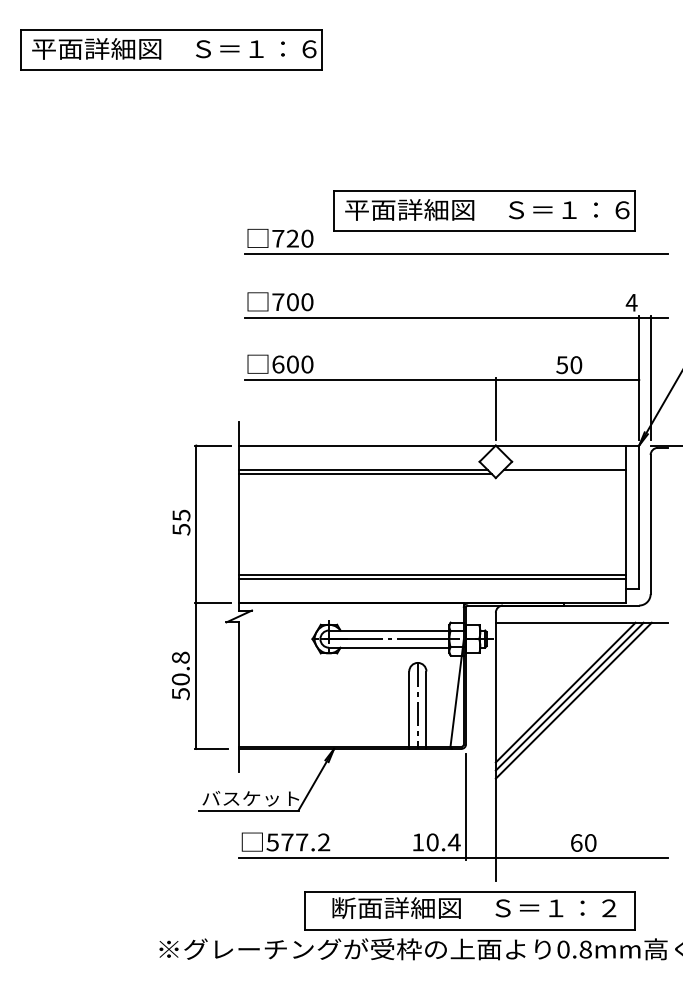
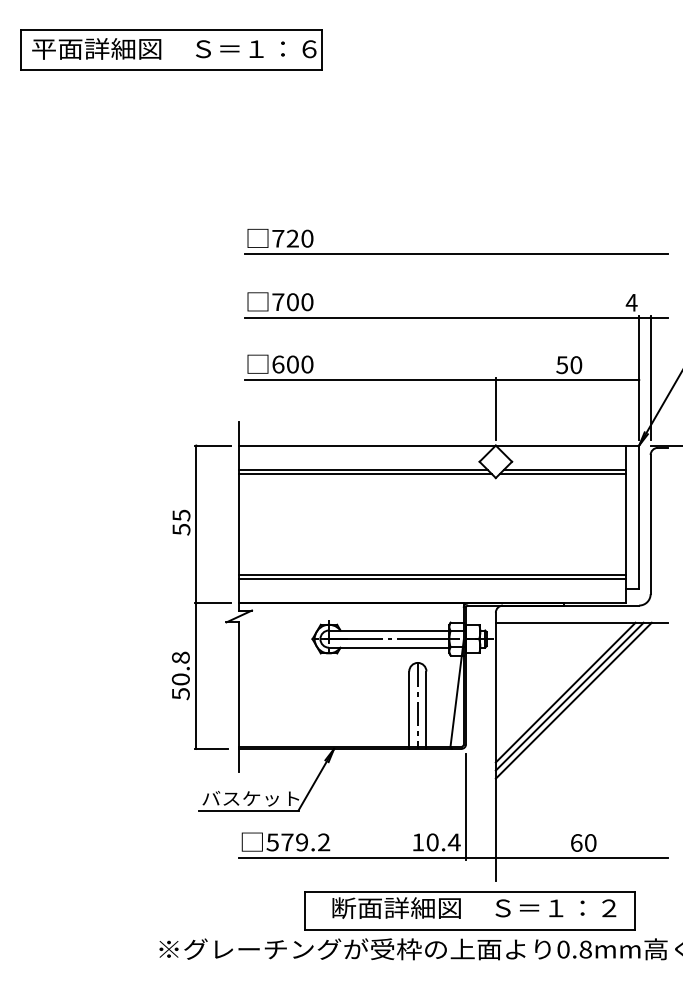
part at (484, 210): present -> none
line at (562, 474): none -> present
text at (302, 842): 577.2 -> 579.2
